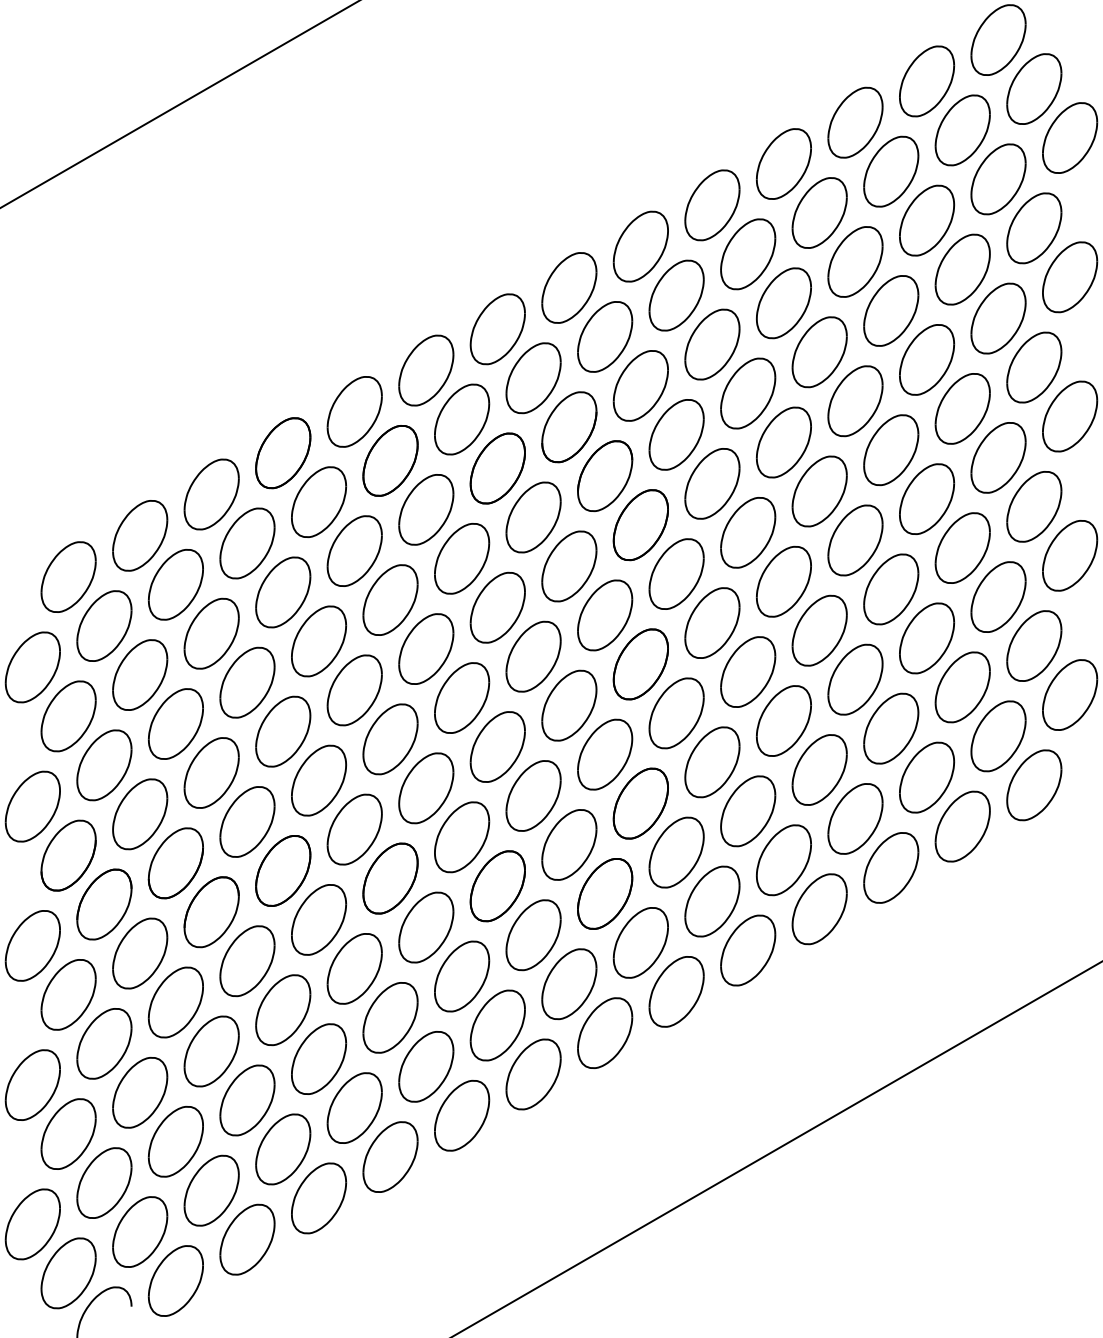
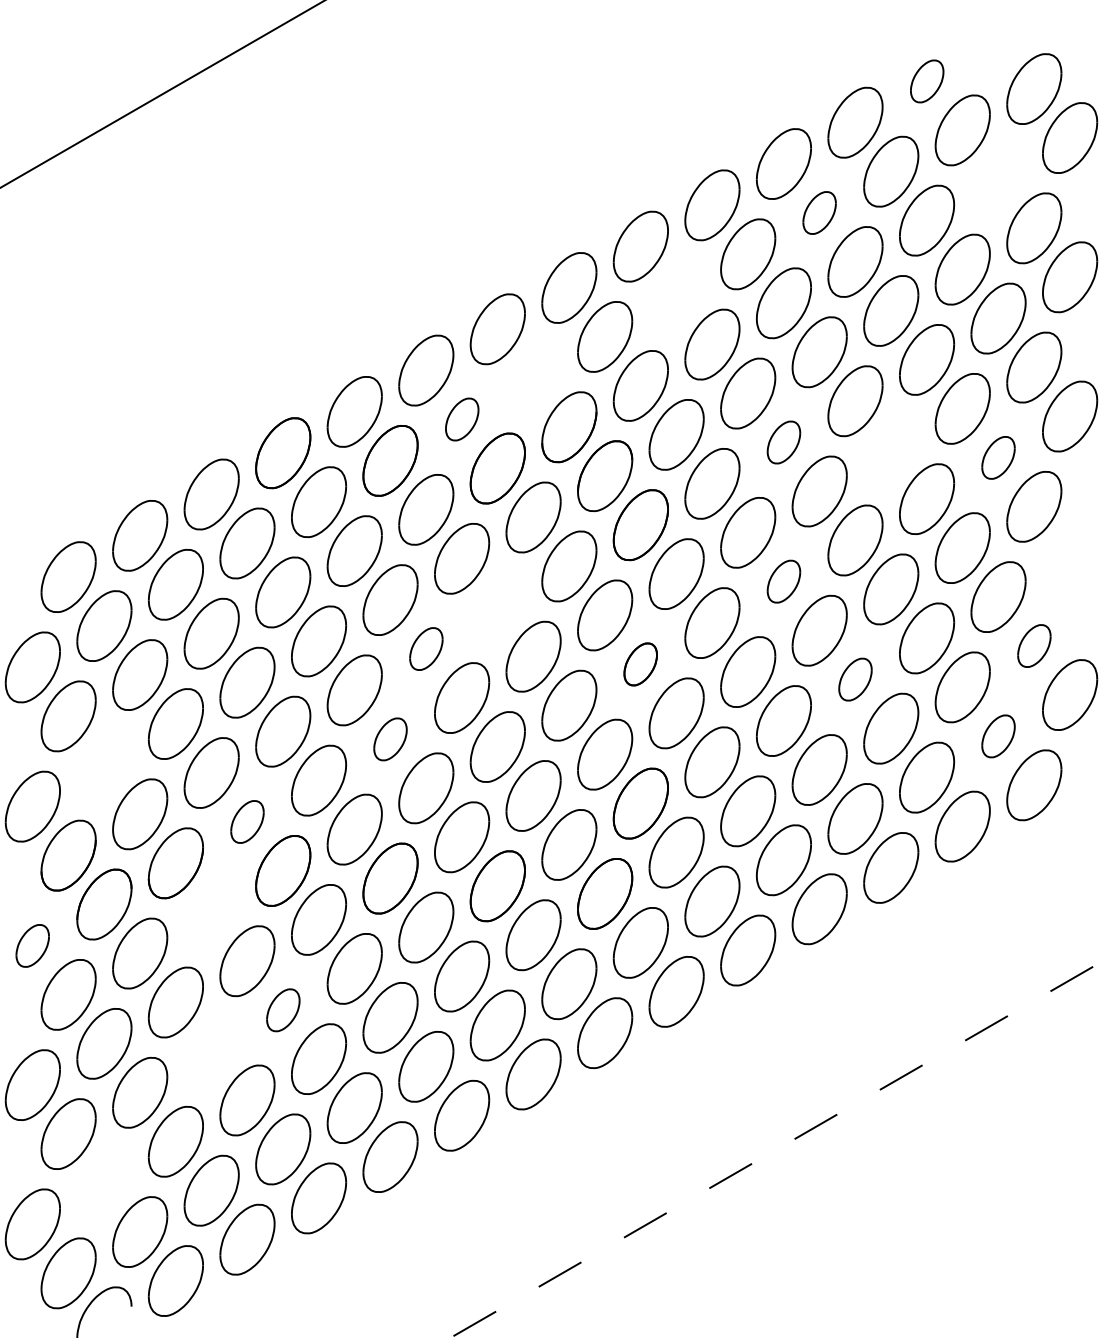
part at (998, 39): present -> none
part at (927, 81) size: 57x73 px -> 35x45 px
line at (179, 104) position: (179, 104) -> (161, 94)
part at (998, 179): present -> none
part at (819, 212) size: 57x72 px -> 35x44 px
part at (676, 295): present -> none
part at (533, 378): present -> none
part at (462, 419) size: 57x73 px -> 35x45 px
part at (783, 442) size: 56x73 px -> 36x45 px
part at (891, 450): present -> none
part at (998, 457) size: 57x72 px -> 35x44 px
part at (1070, 555): present -> none
part at (783, 581) size: 56x73 px -> 36x45 px
part at (497, 607): present -> none
part at (1034, 645) size: 57x72 px -> 35x44 px
part at (426, 648) size: 57x72 px -> 35x44 px
part at (640, 664) size: 57x73 px -> 35x45 px
part at (855, 679) size: 57x73 px -> 35x45 px
part at (998, 736) size: 57x73 px -> 35x45 px
part at (390, 739) size: 57x73 px -> 35x45 px
part at (104, 765): present -> none
part at (247, 821) size: 57x72 px -> 35x44 px
part at (211, 912): present -> none
part at (32, 945) size: 57x72 px -> 35x44 px
part at (283, 1010) size: 57x73 px -> 35x45 px
part at (211, 1051): present -> none
line at (776, 1149): solid -> dashed
part at (104, 1182): present -> none
